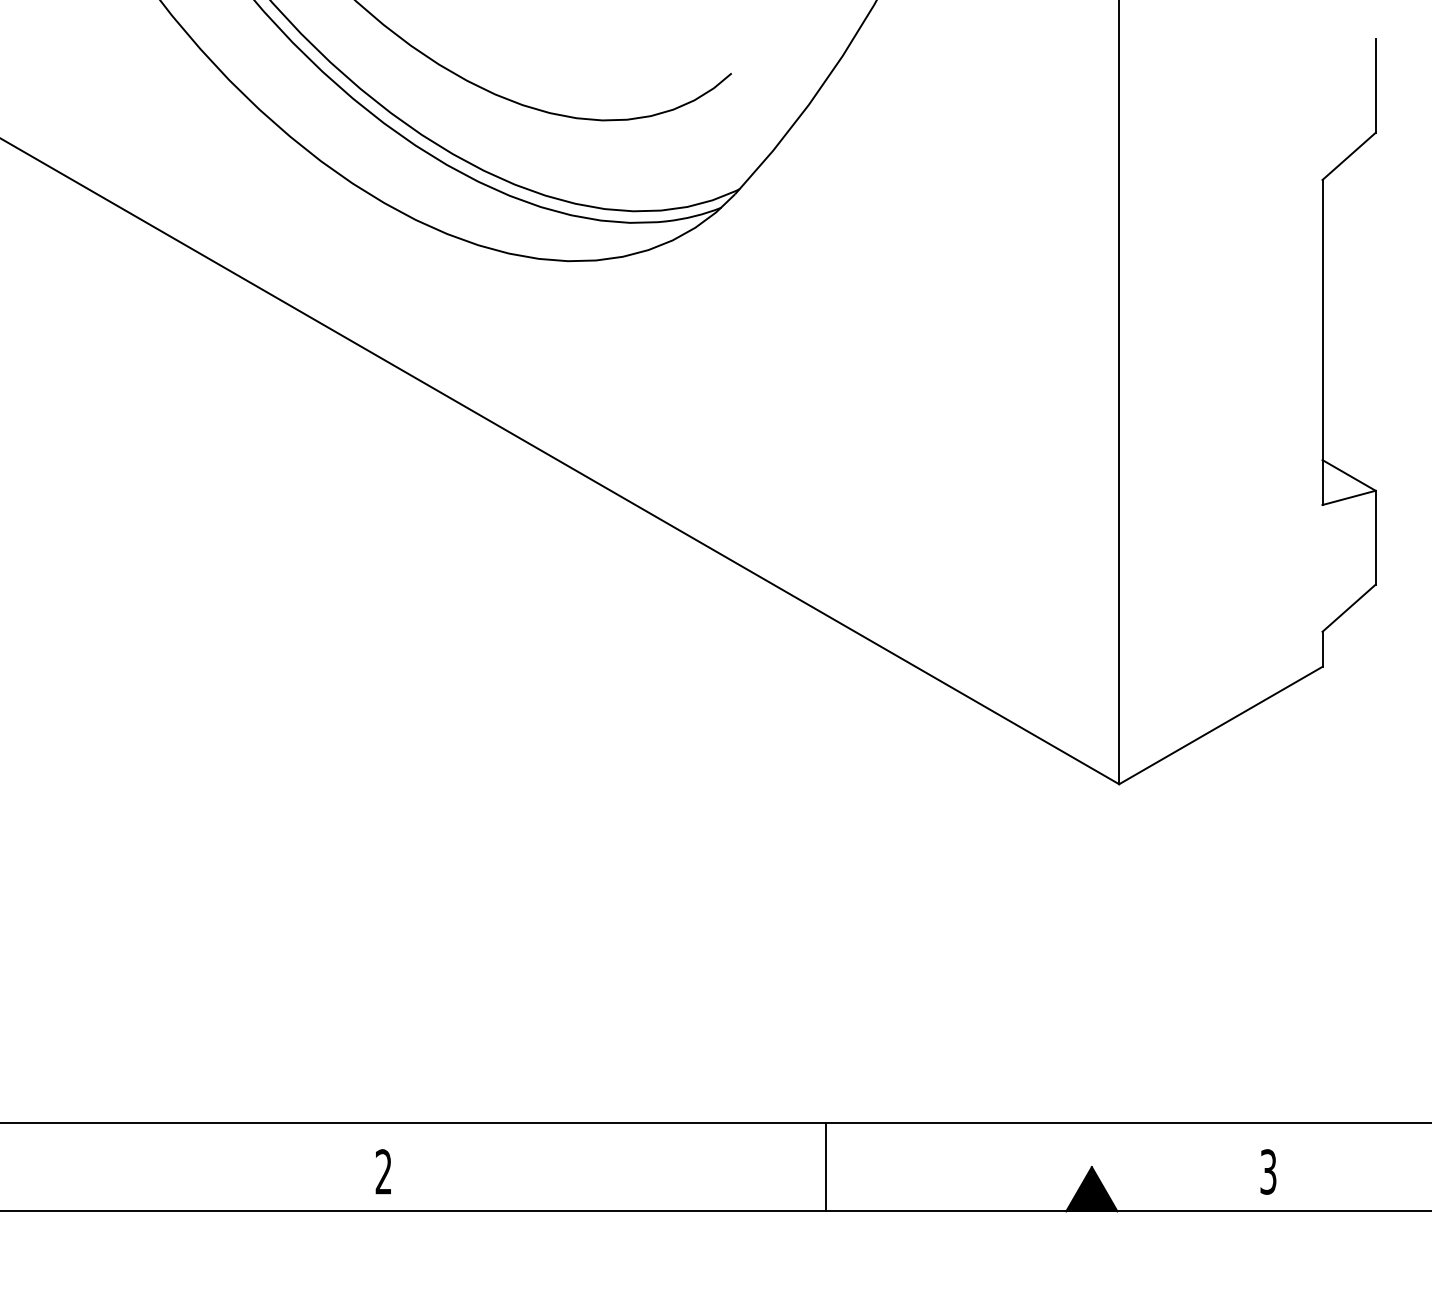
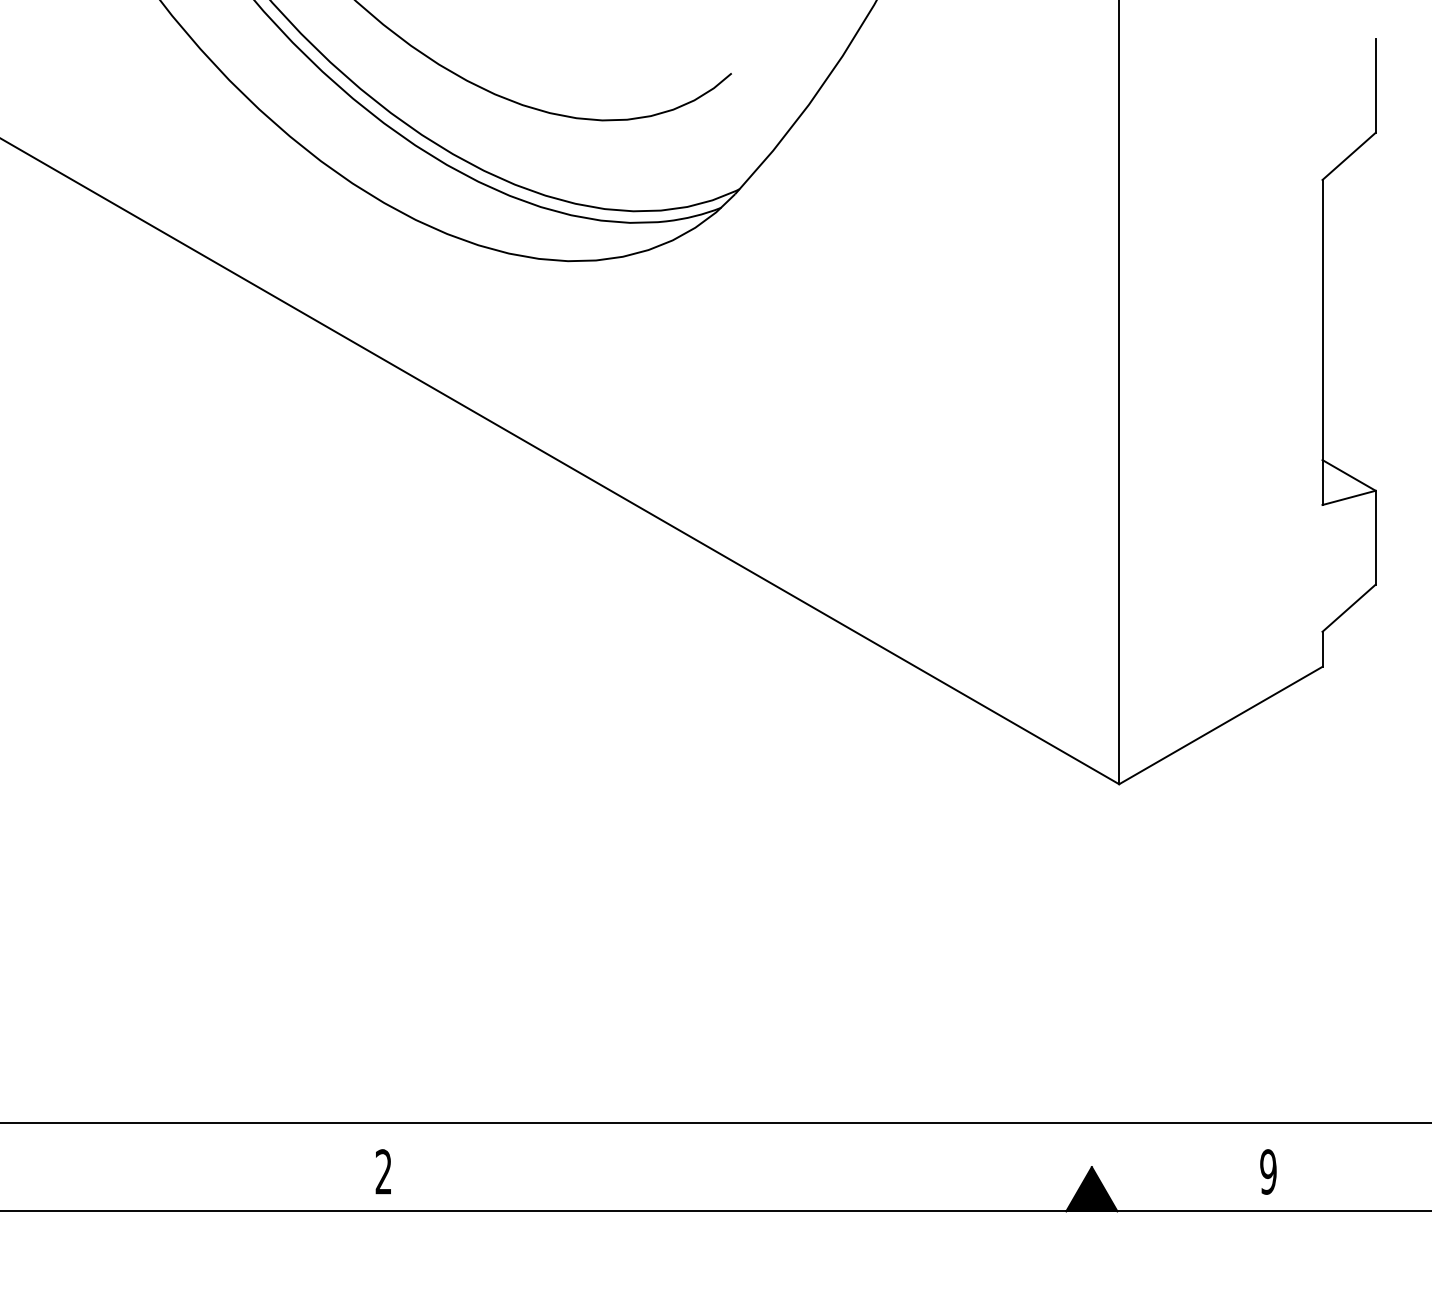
line at (826, 1166): present -> none
text at (1268, 1171): 3 -> 9
